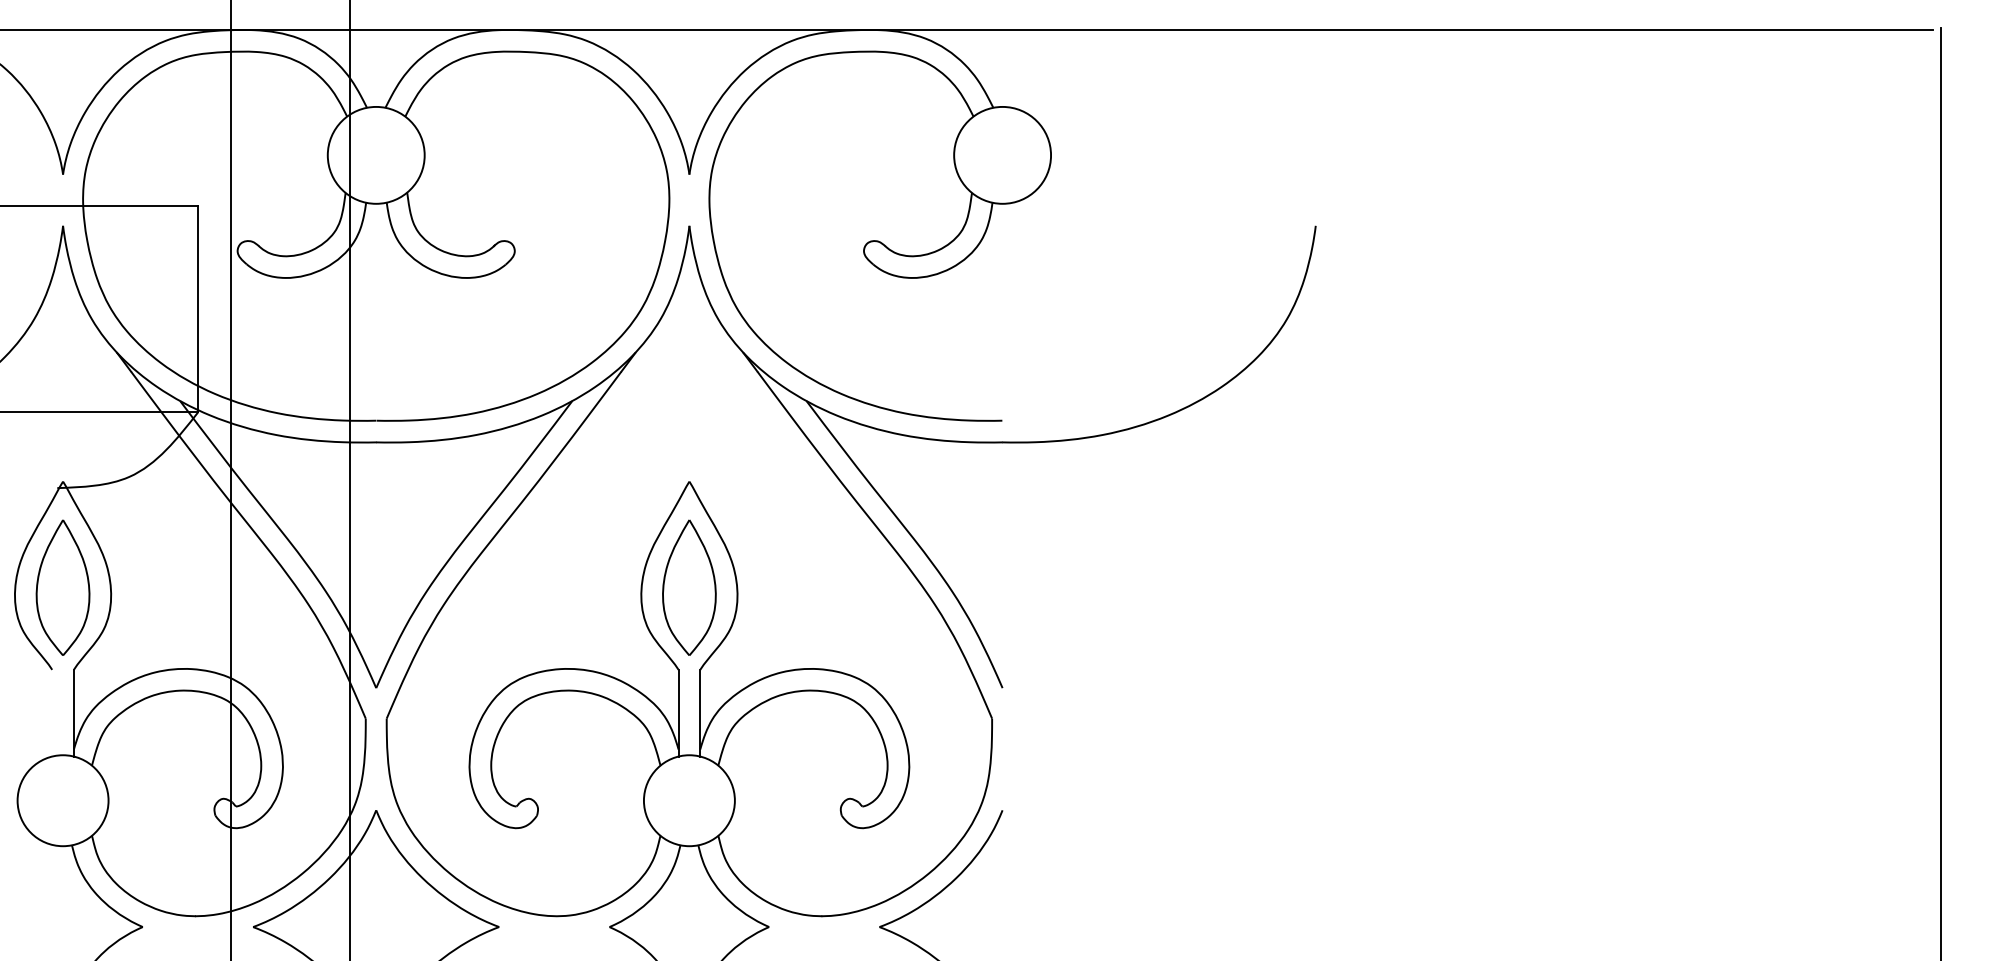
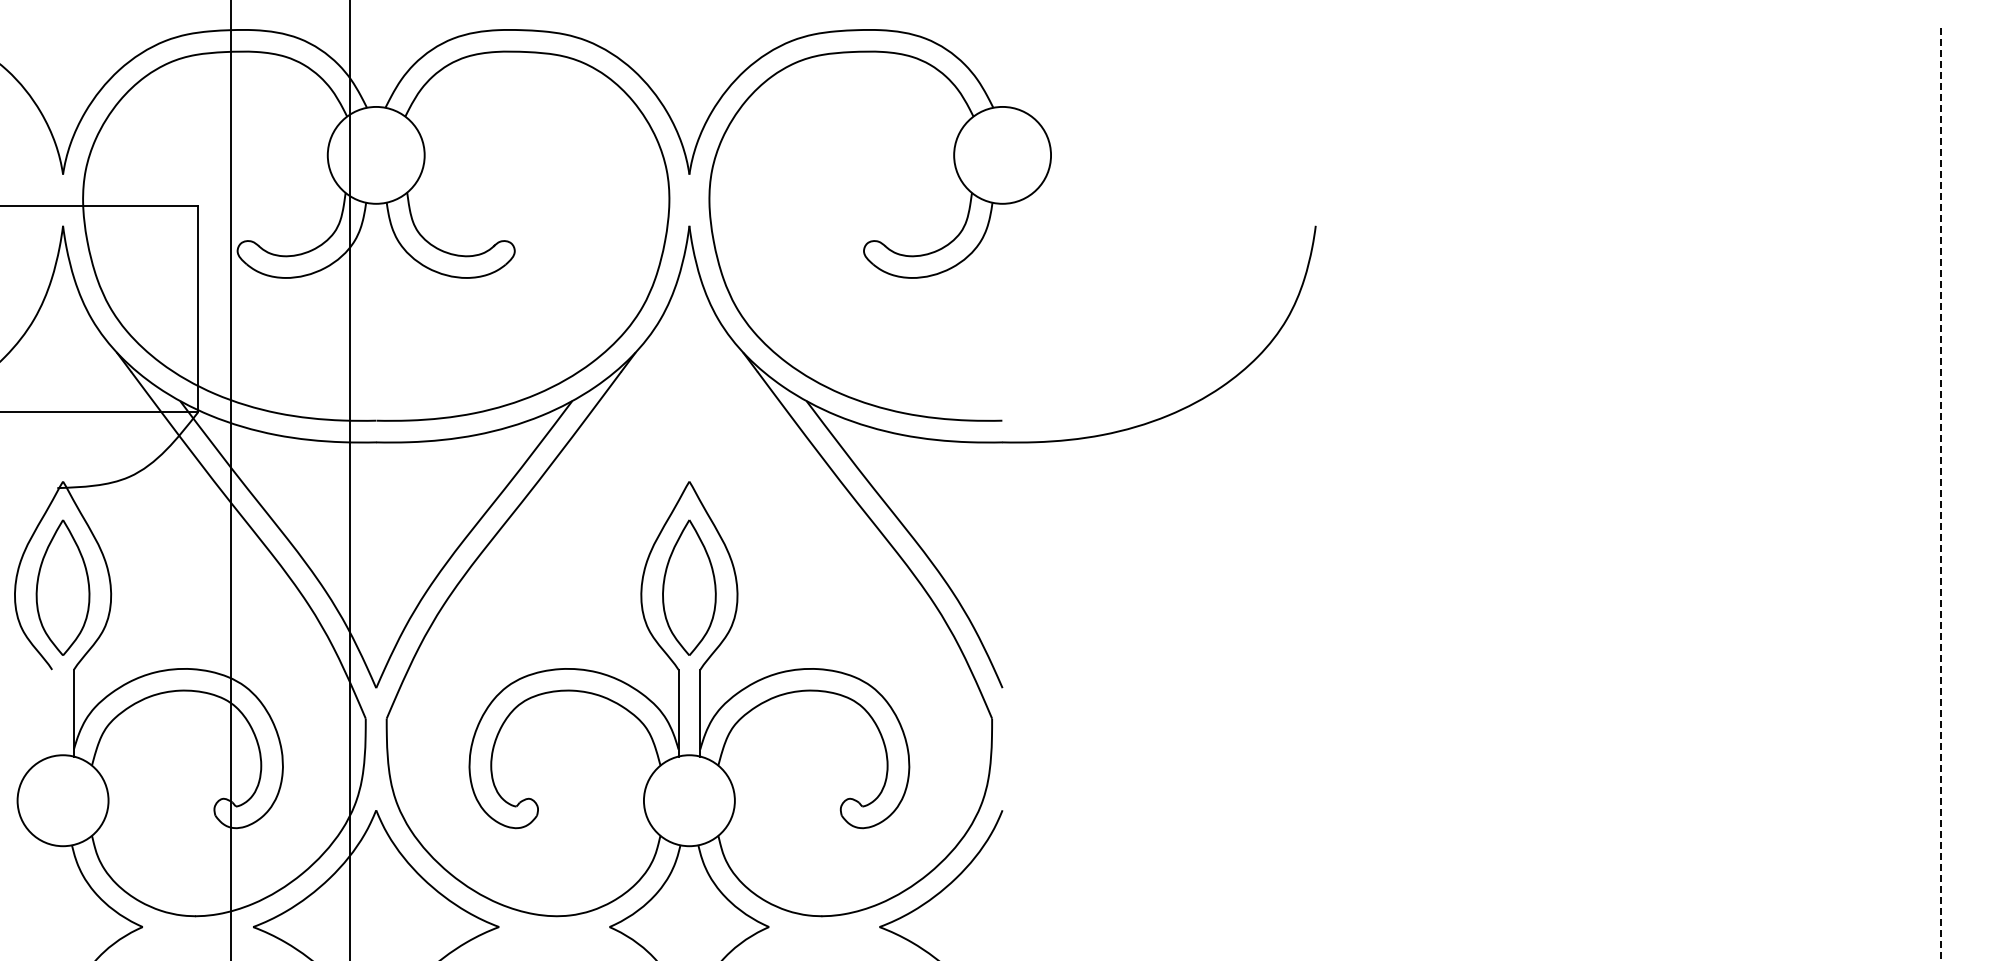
line at (967, 29): present -> none
line at (1940, 494): solid -> dashed
